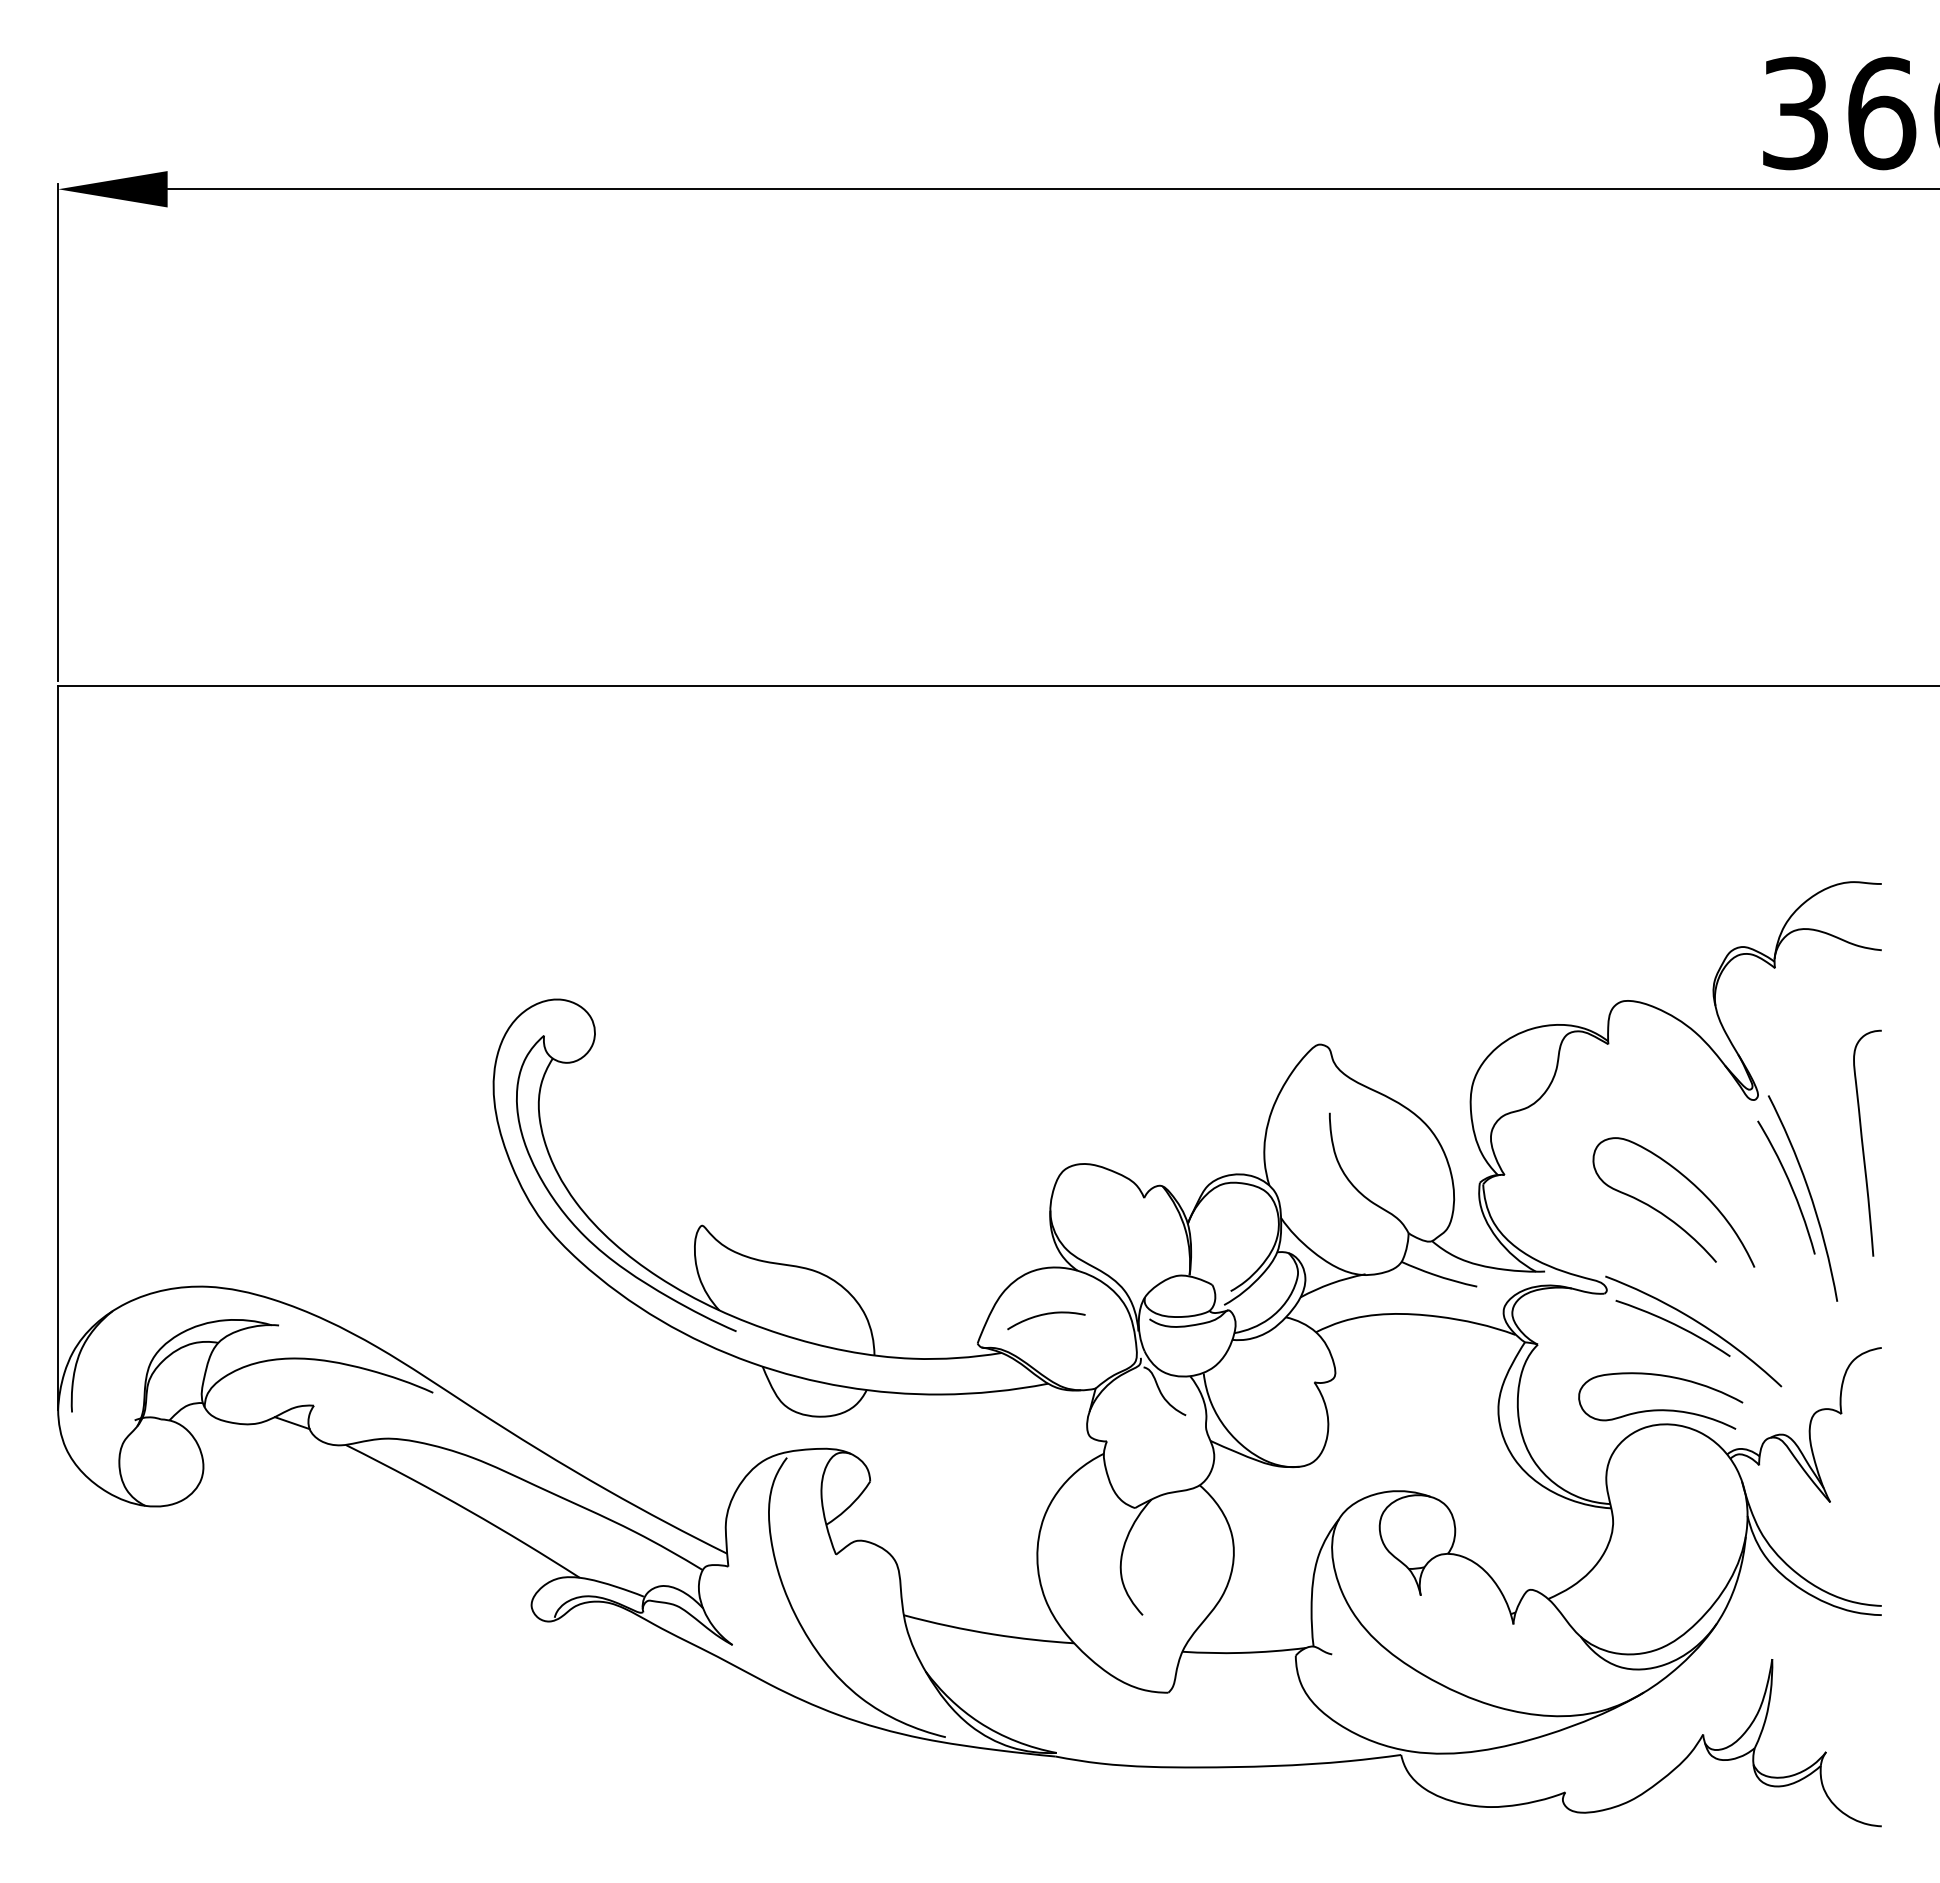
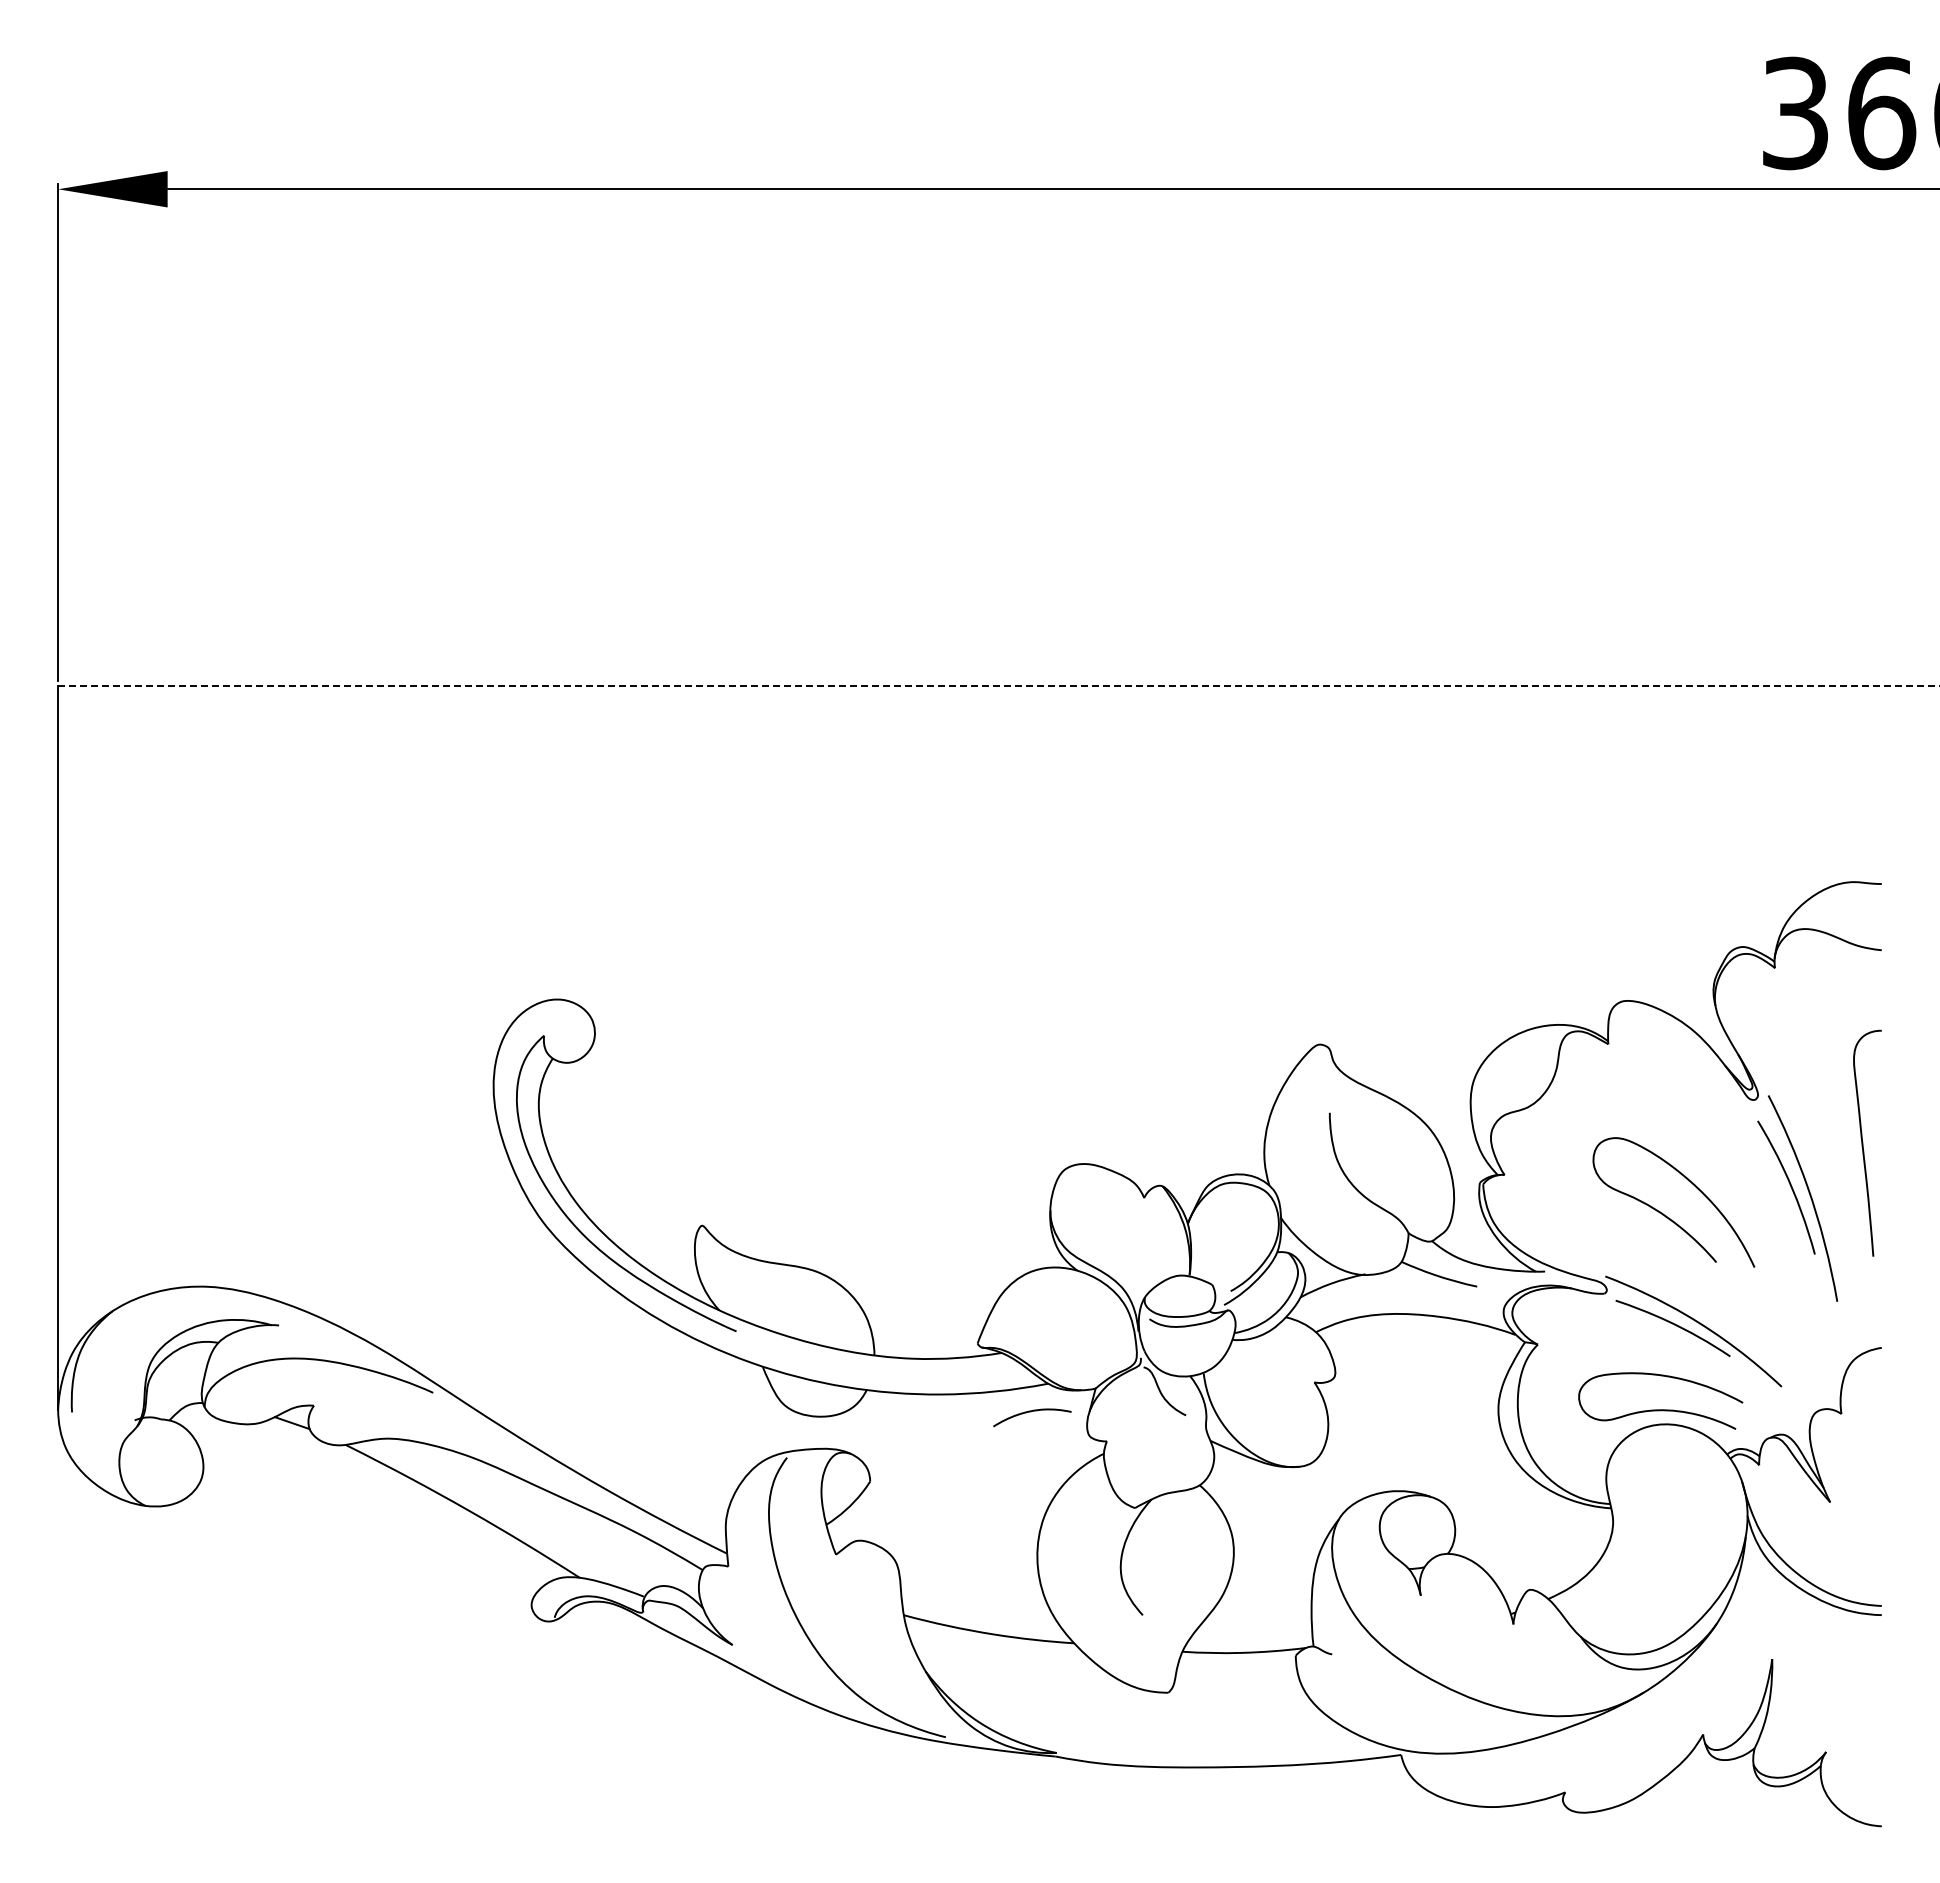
line at (998, 686): solid -> dashed
curve at (1045, 1315) position: (1045, 1315) -> (1031, 1412)
